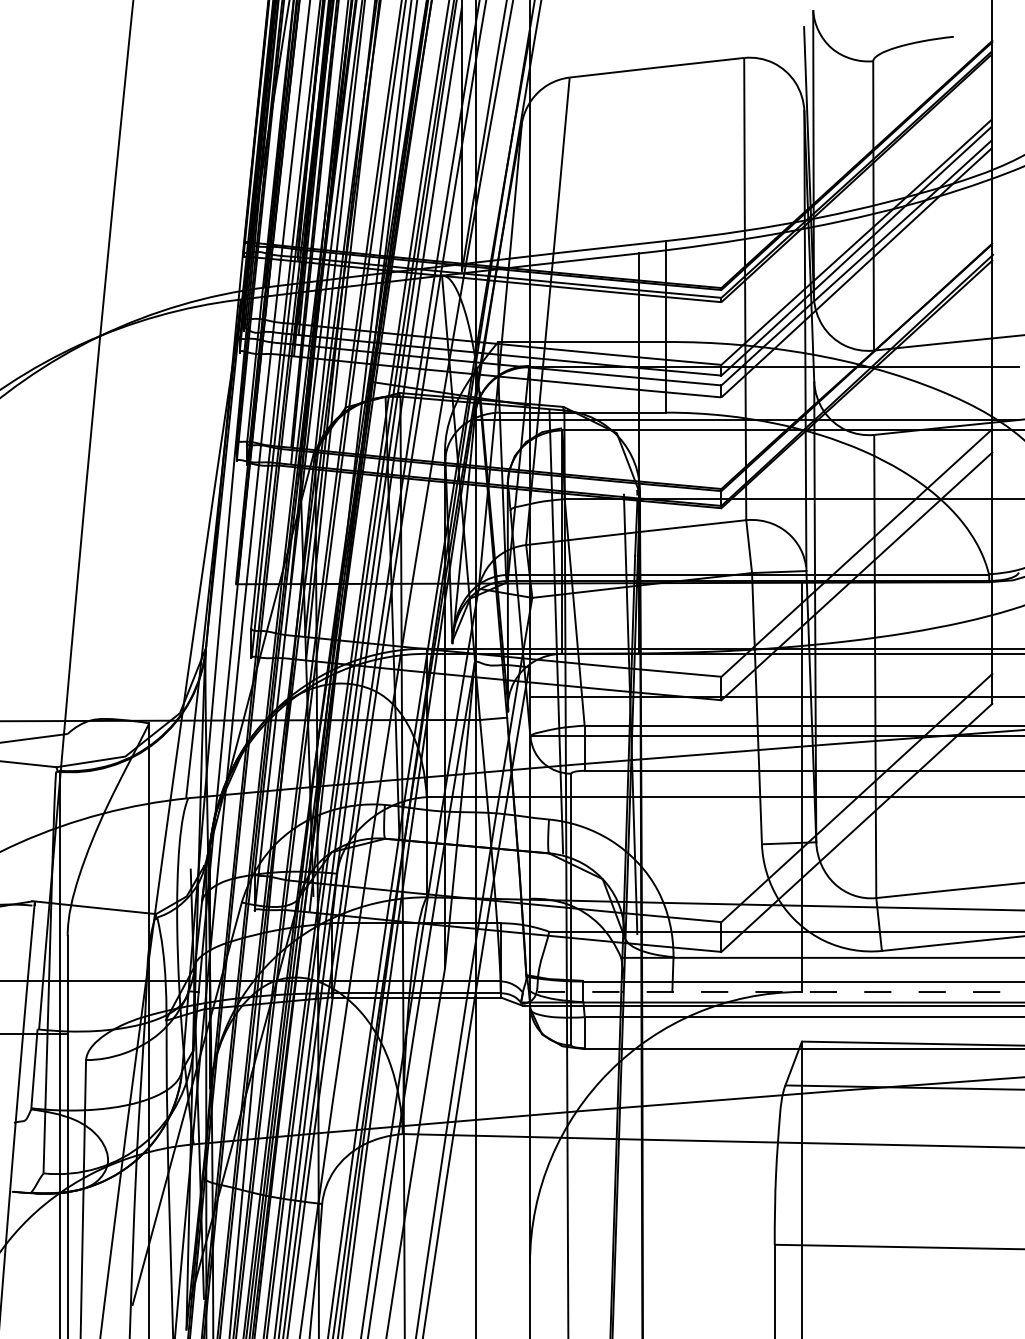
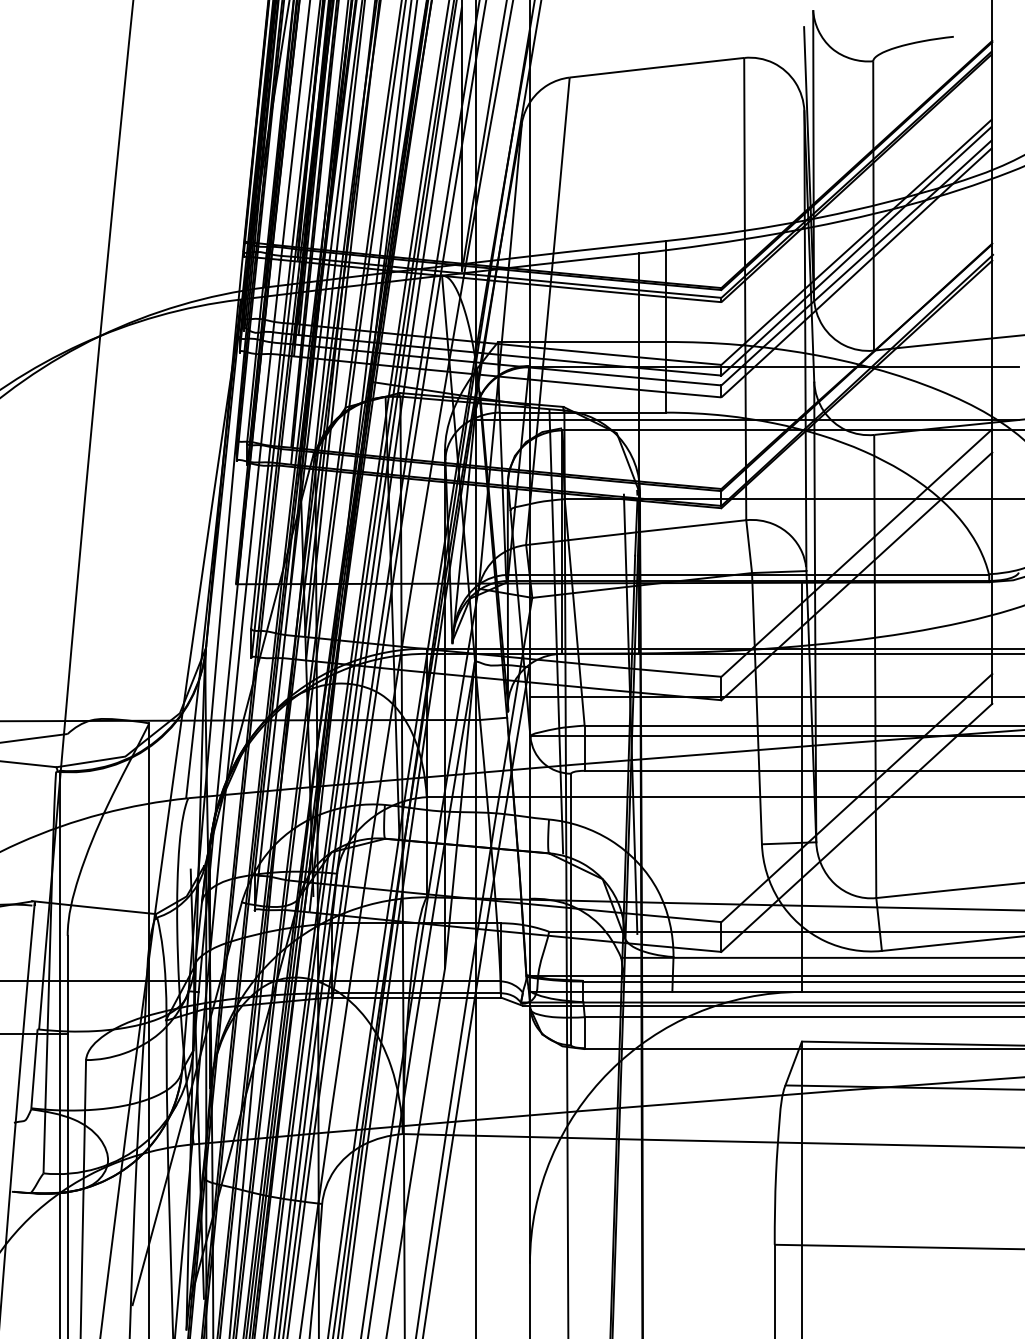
line at (775, 976): none -> present
line at (777, 992): dashed -> solid
